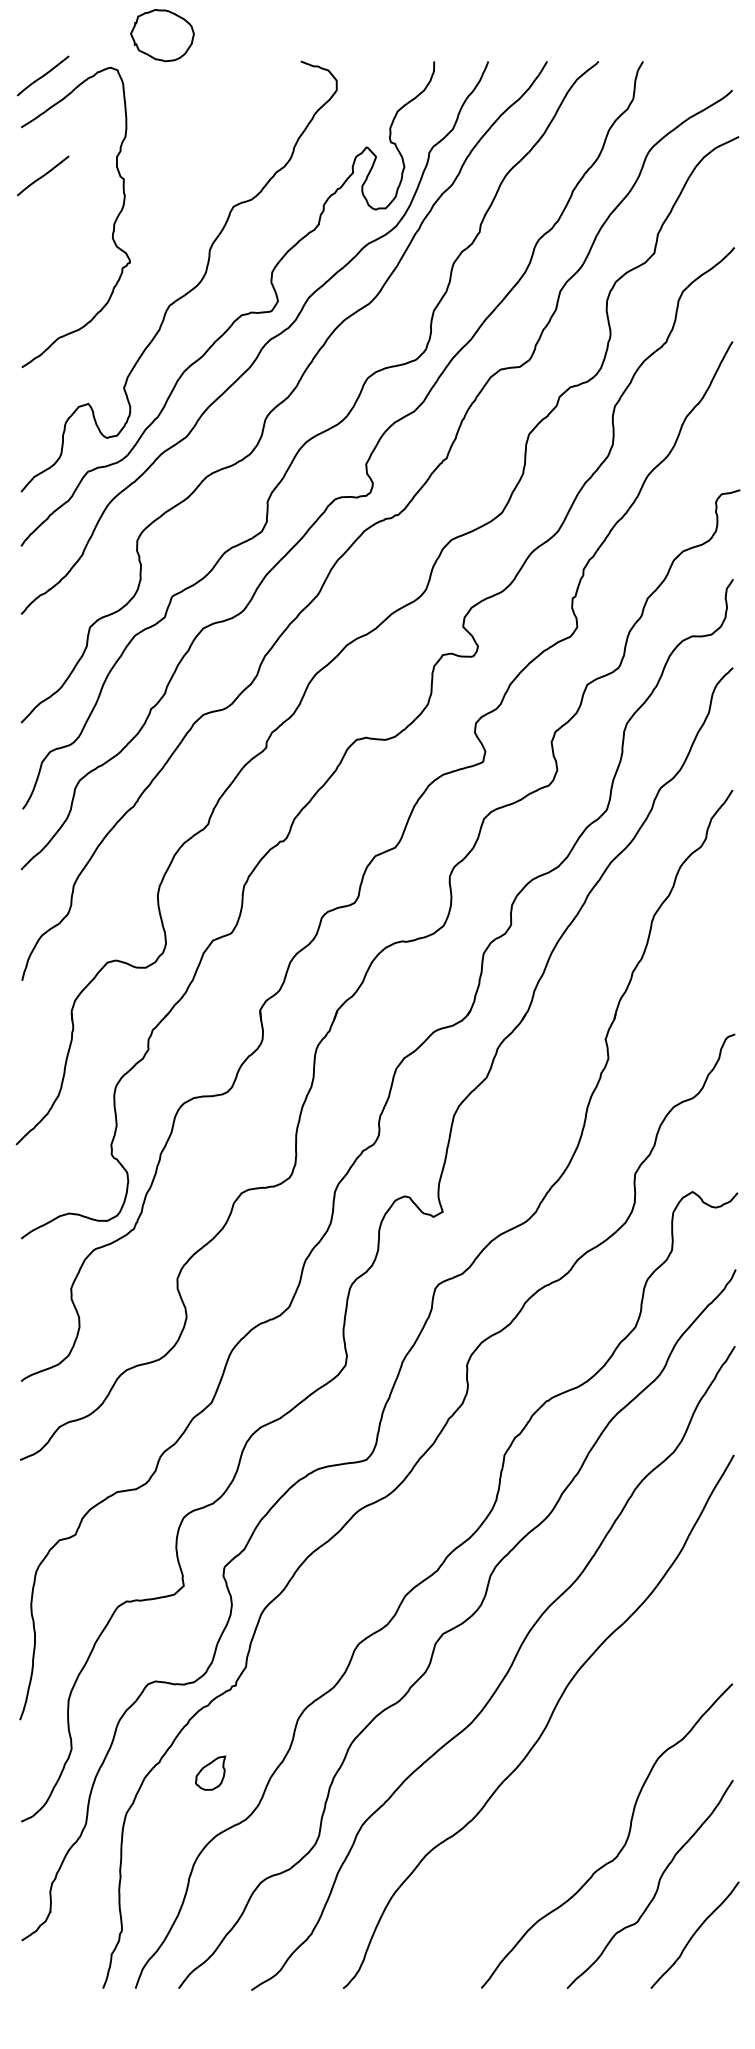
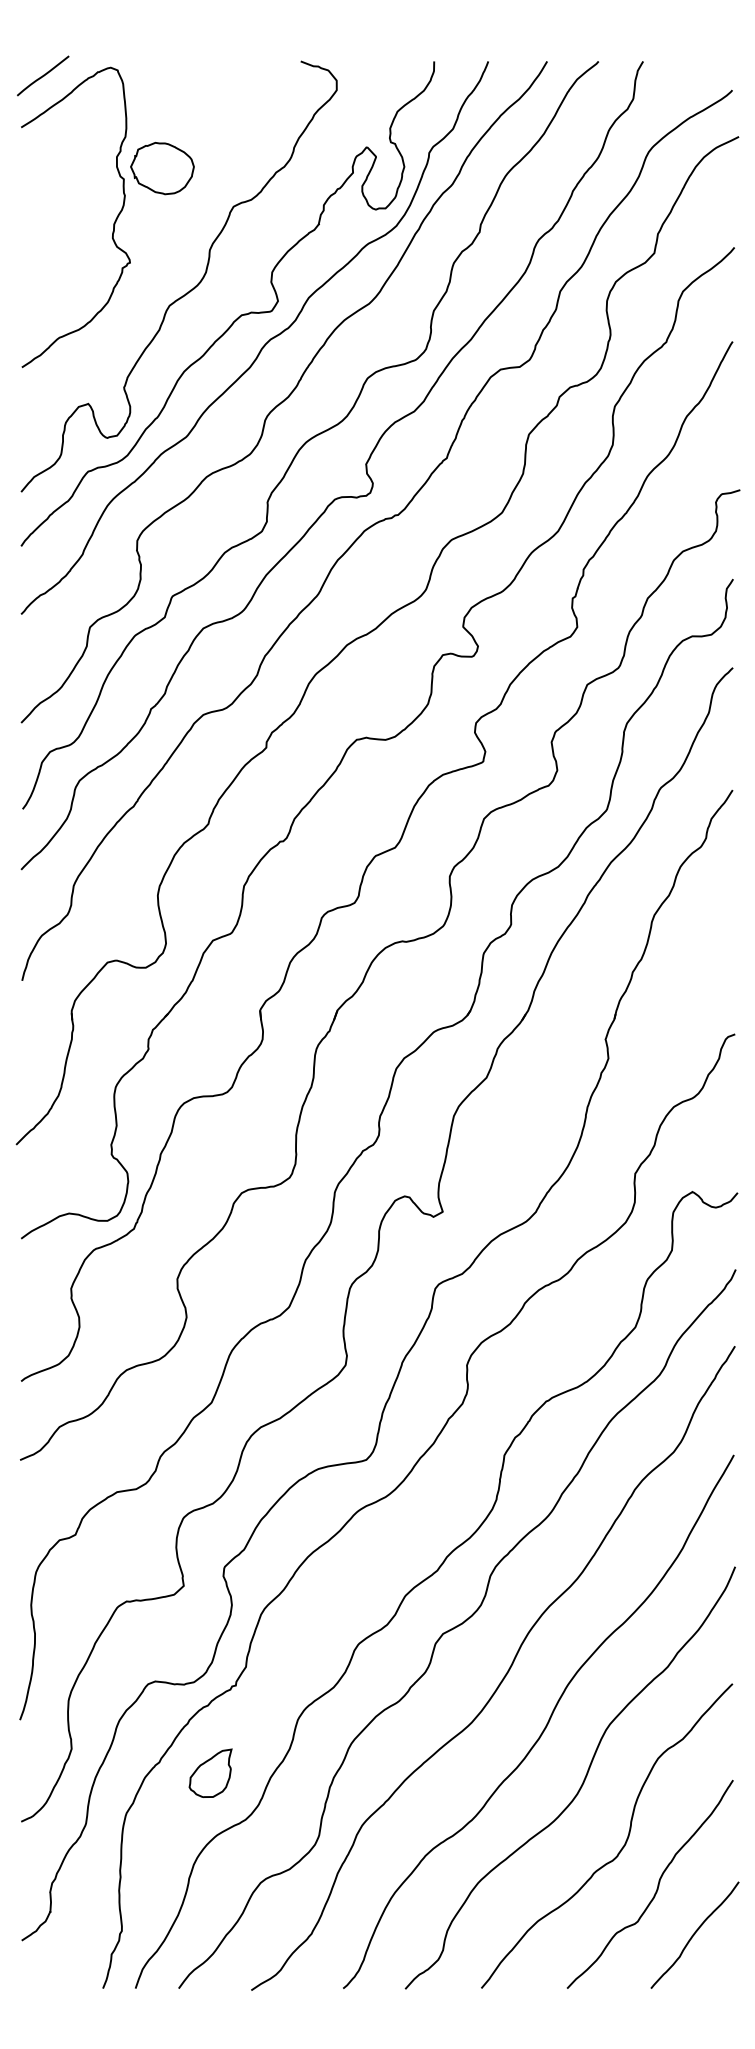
part at (162, 35) position: (162, 35) -> (162, 168)
line at (43, 175): present -> none
part at (210, 1772) size: 32x36 px -> 45x50 px
curve at (581, 1784): none -> present
